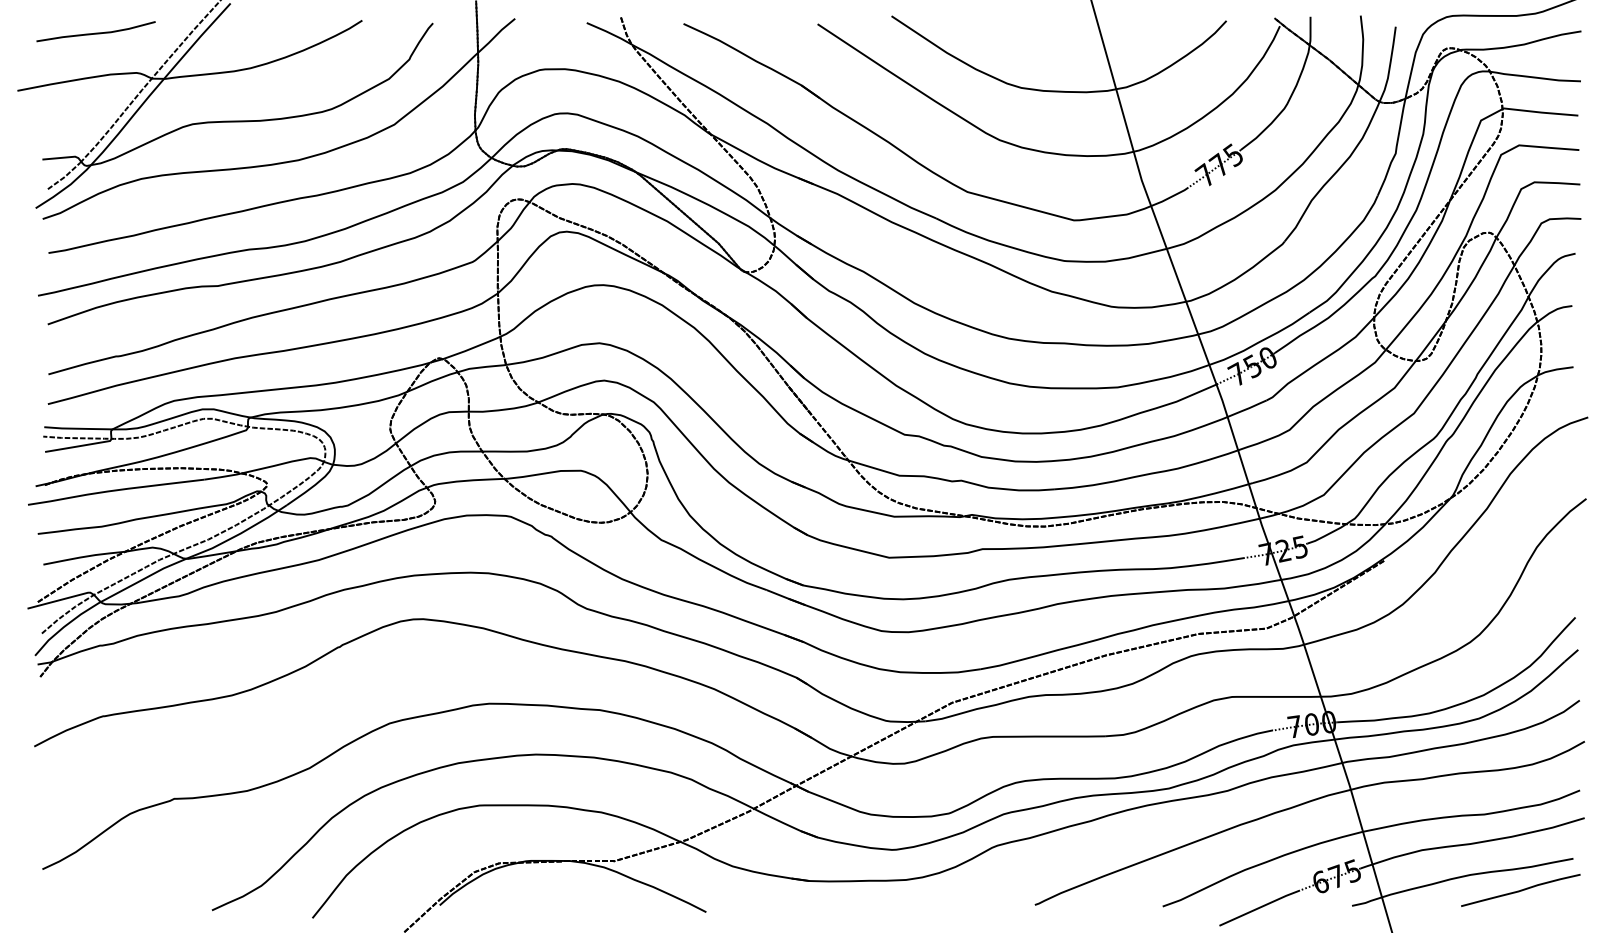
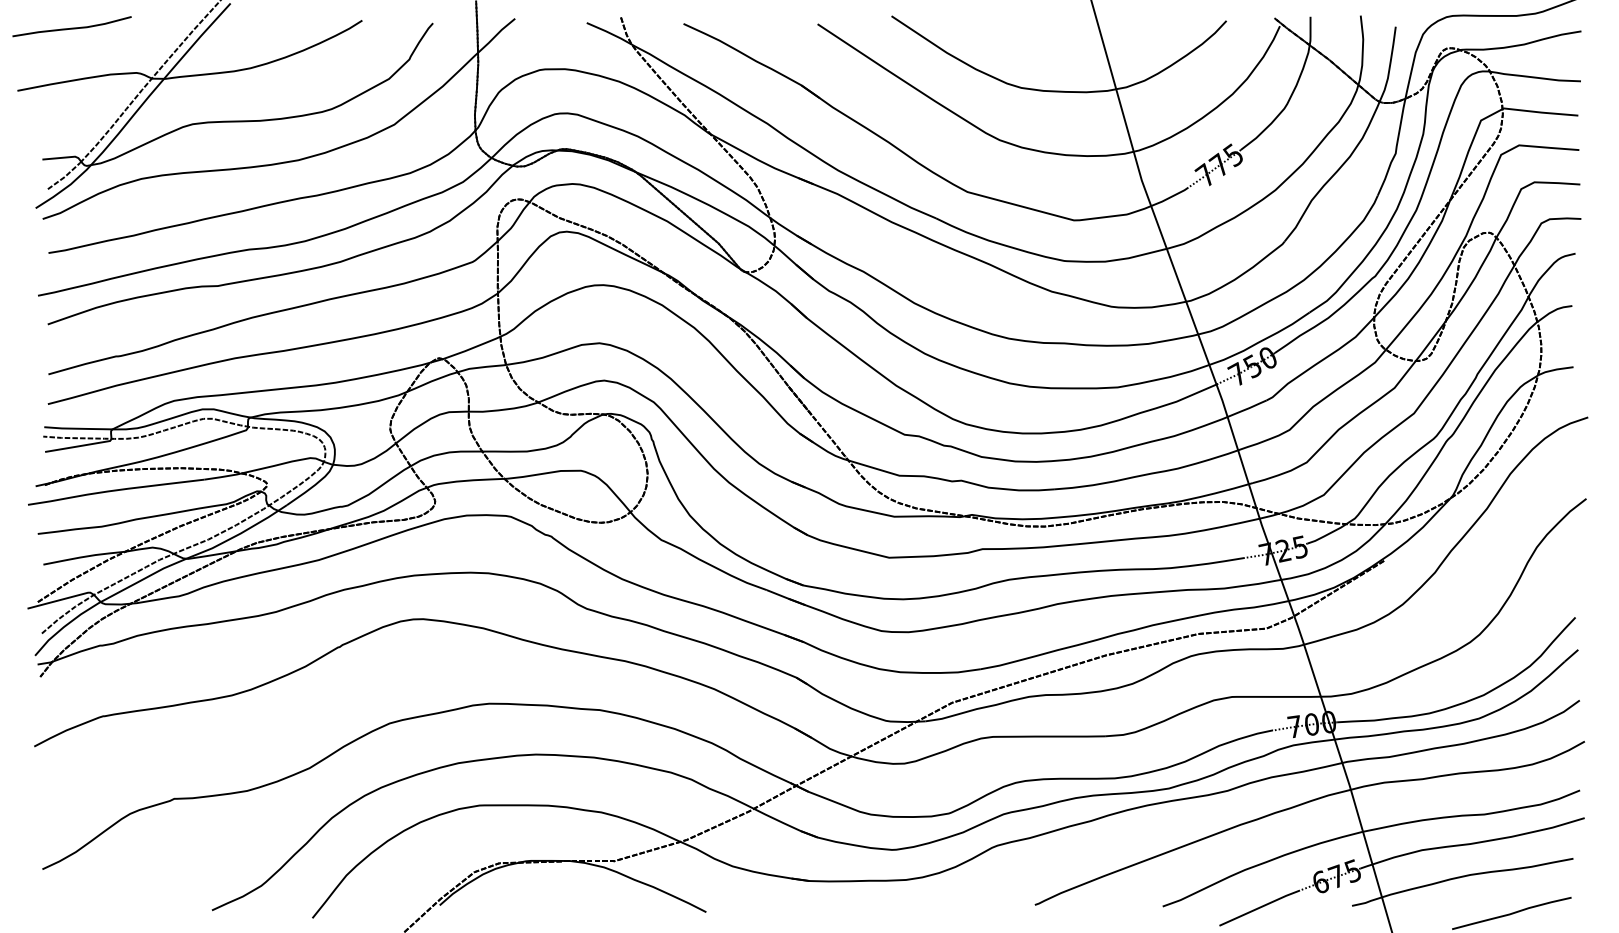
curve at (95, 32) position: (95, 32) -> (71, 27)
curve at (1520, 890) position: (1520, 890) -> (1511, 913)
